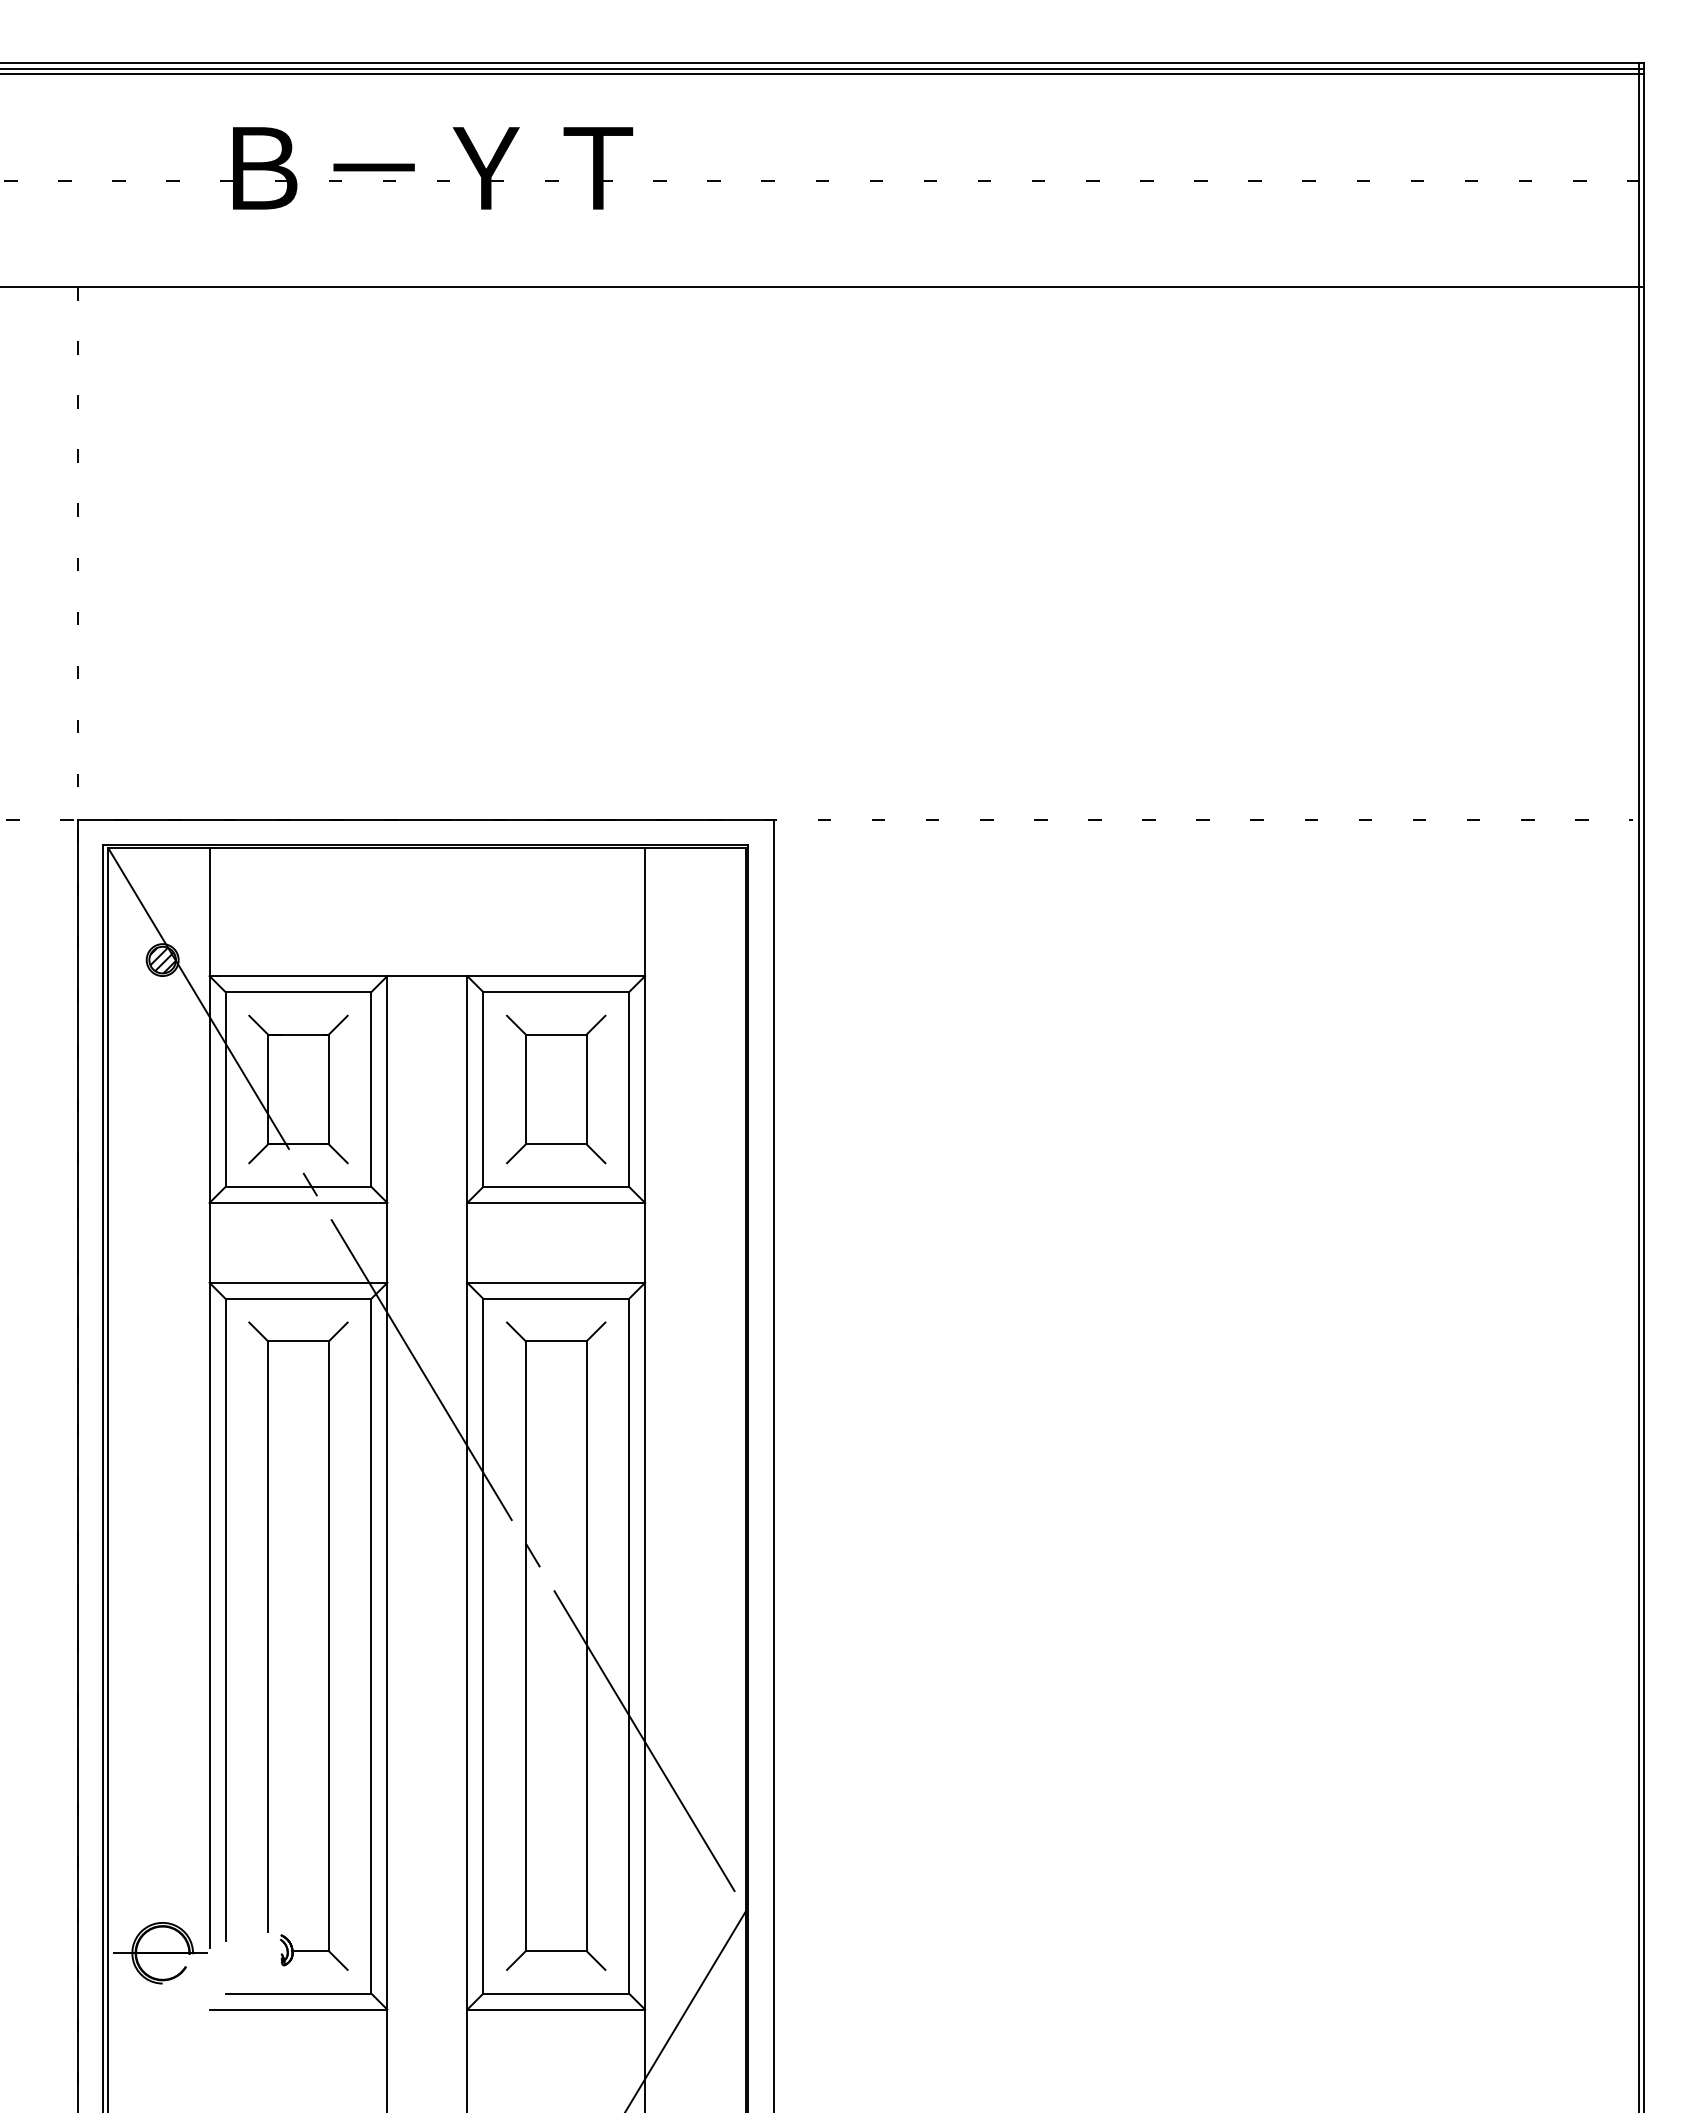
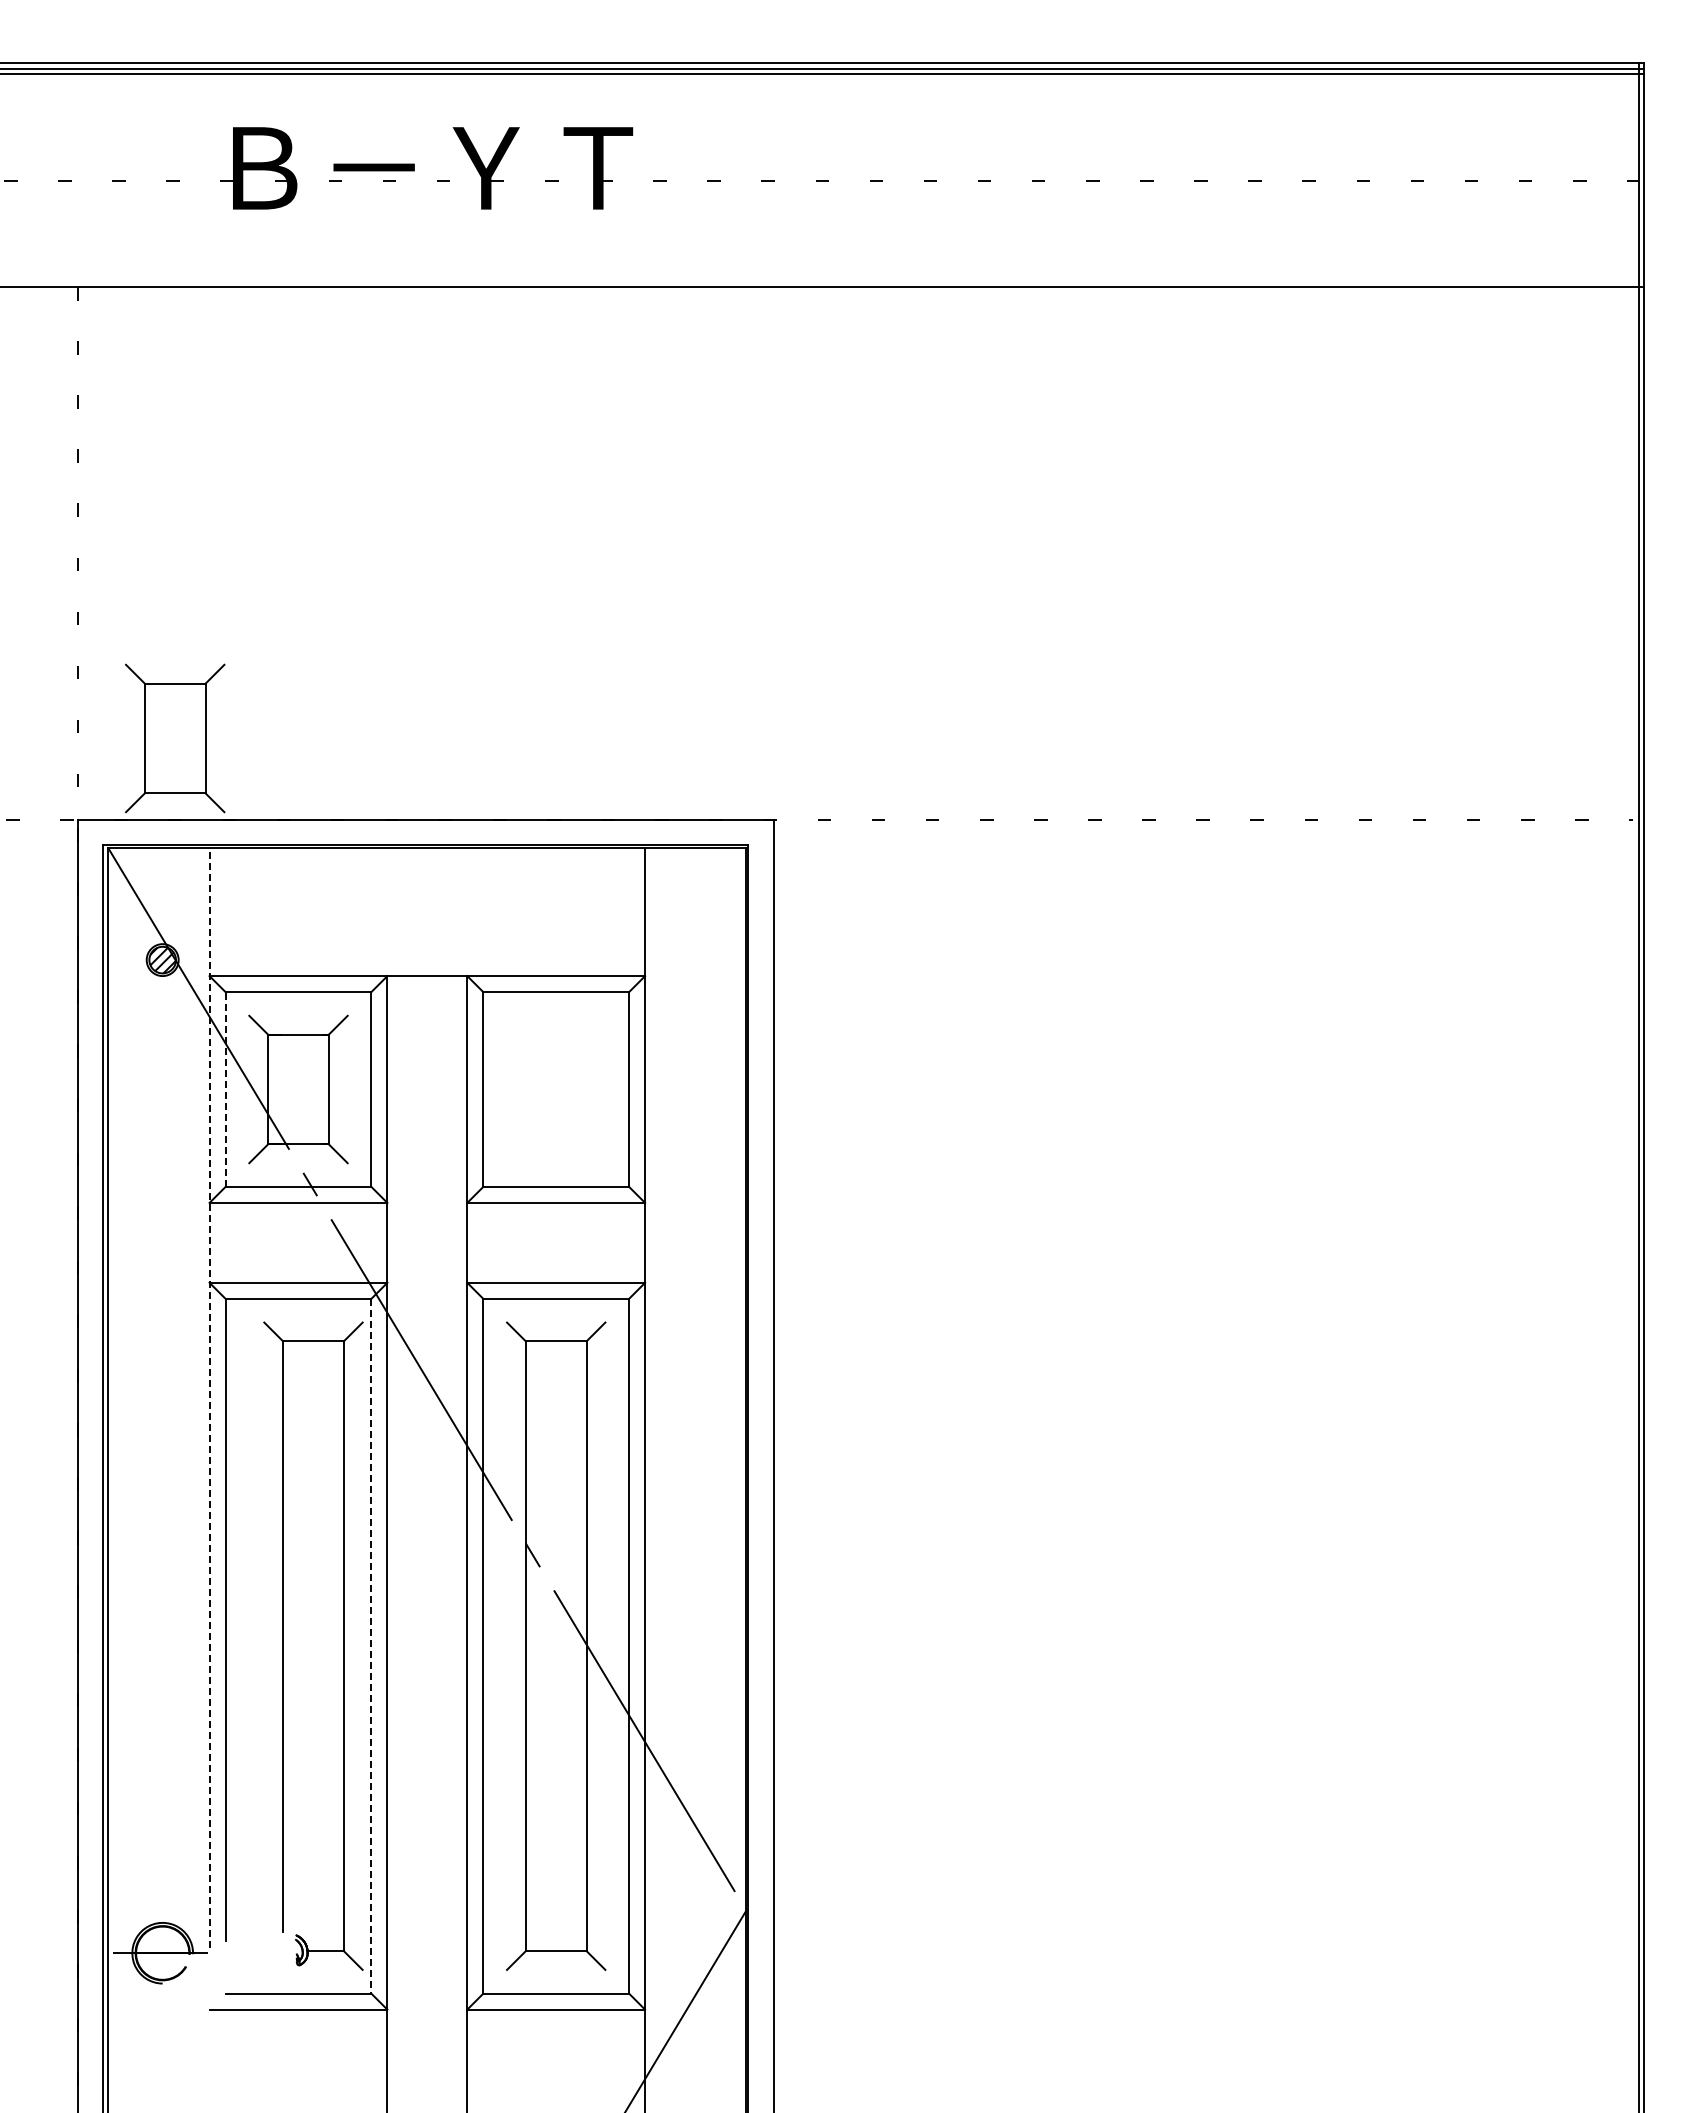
line at (225, 1089): solid -> dashed
part at (556, 1089) position: (556, 1089) -> (175, 738)
line at (209, 1397): solid -> dashed
part at (268, 1645) position: (268, 1645) -> (283, 1645)
line at (371, 1646): solid -> dashed
